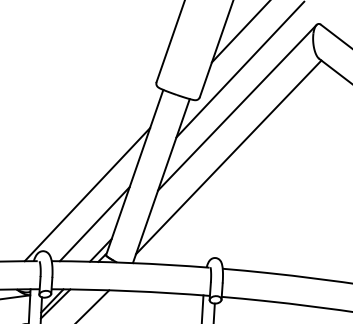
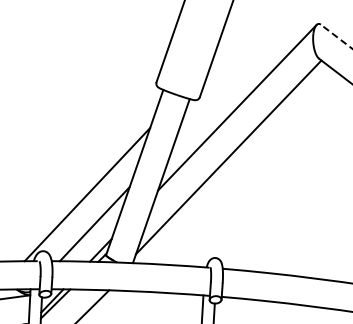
line at (239, 32): present -> none
line at (336, 36): solid -> dashed
line at (239, 69): present -> none
